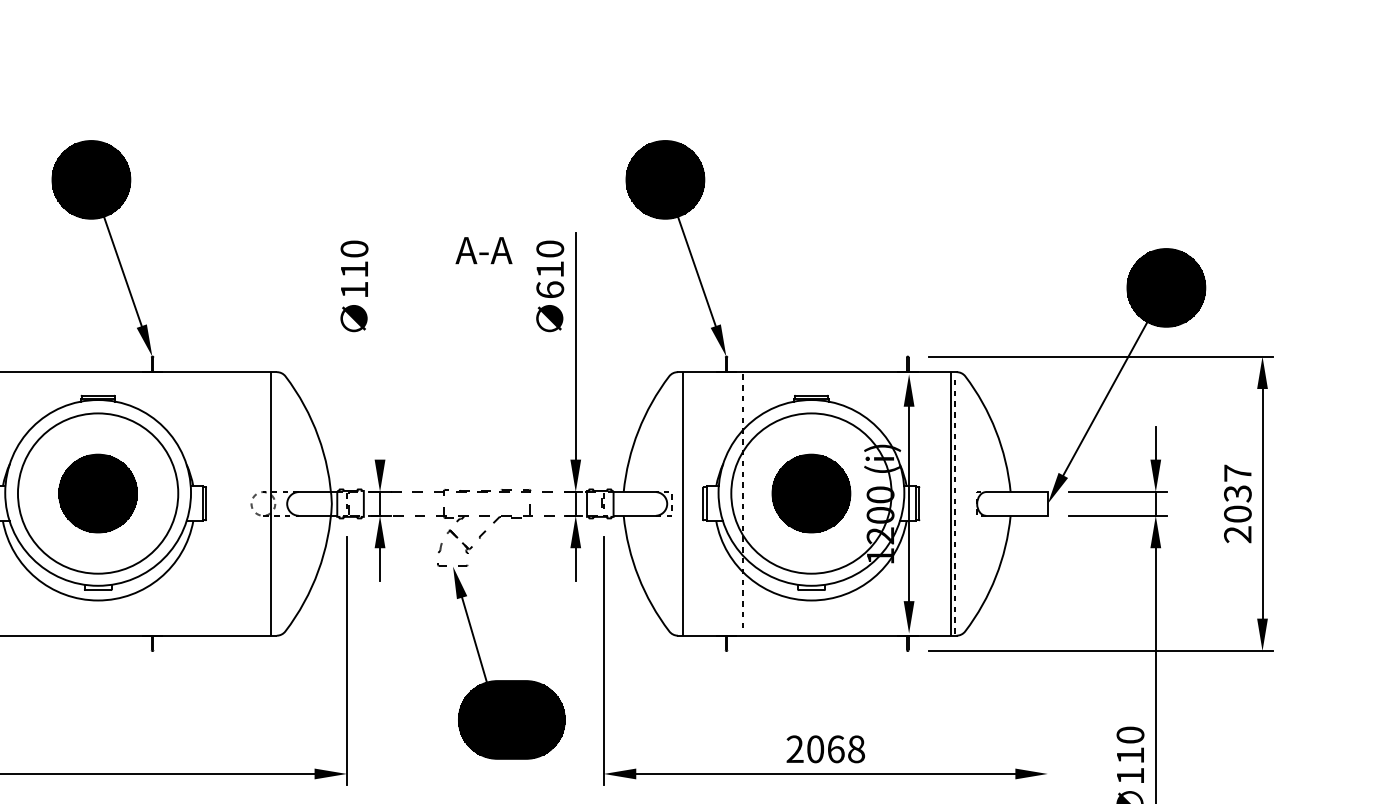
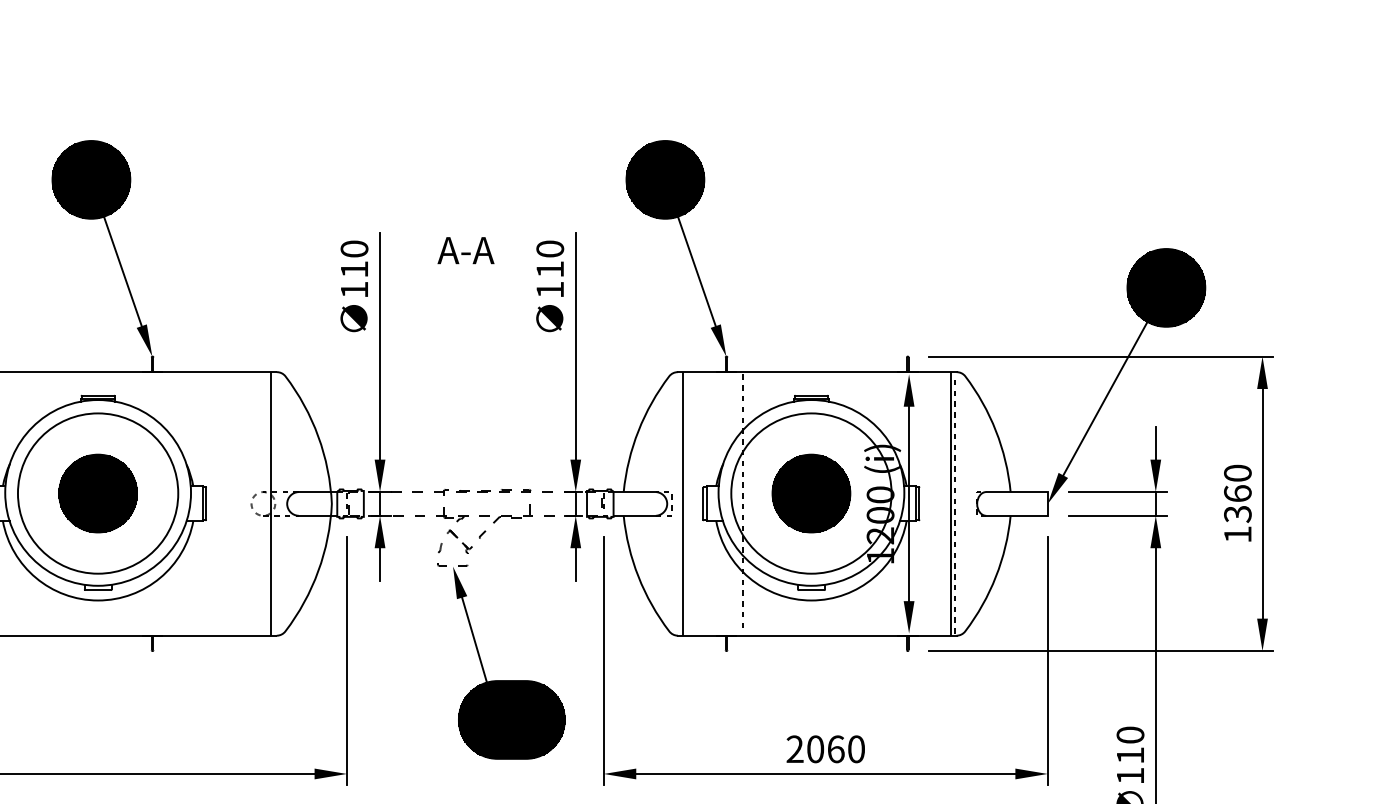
text at (483, 250) position: (483, 250) -> (465, 250)
text at (550, 289): 610 -> 110
line at (380, 345): none -> present
text at (1237, 503): 2037 -> 1360
line at (1047, 660): none -> present
text at (856, 749): 2068 -> 2060
